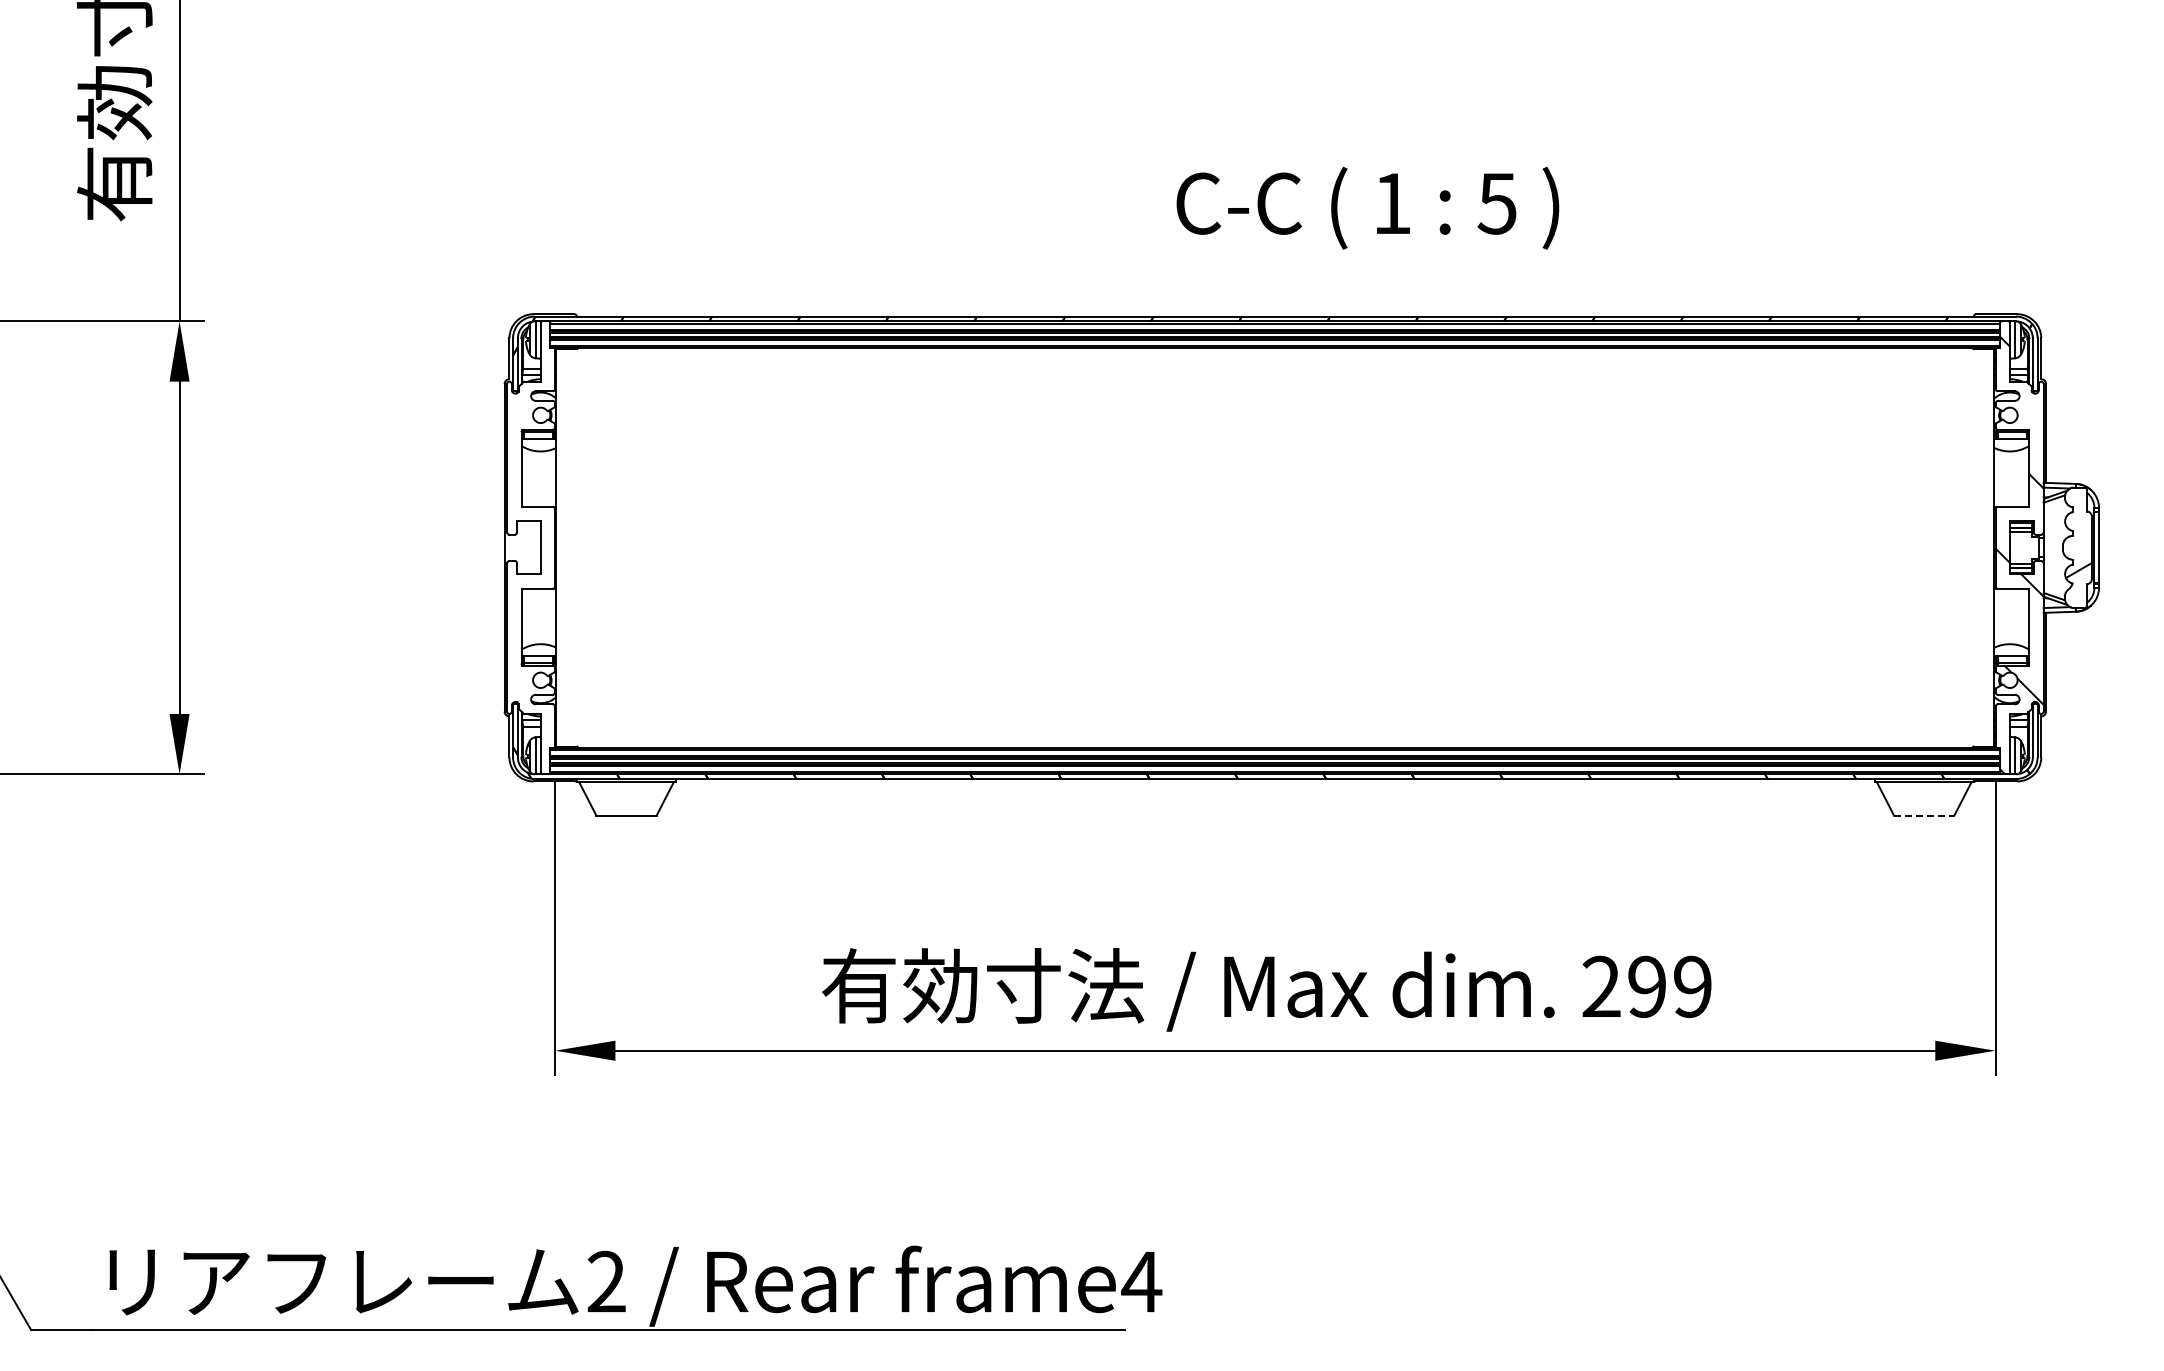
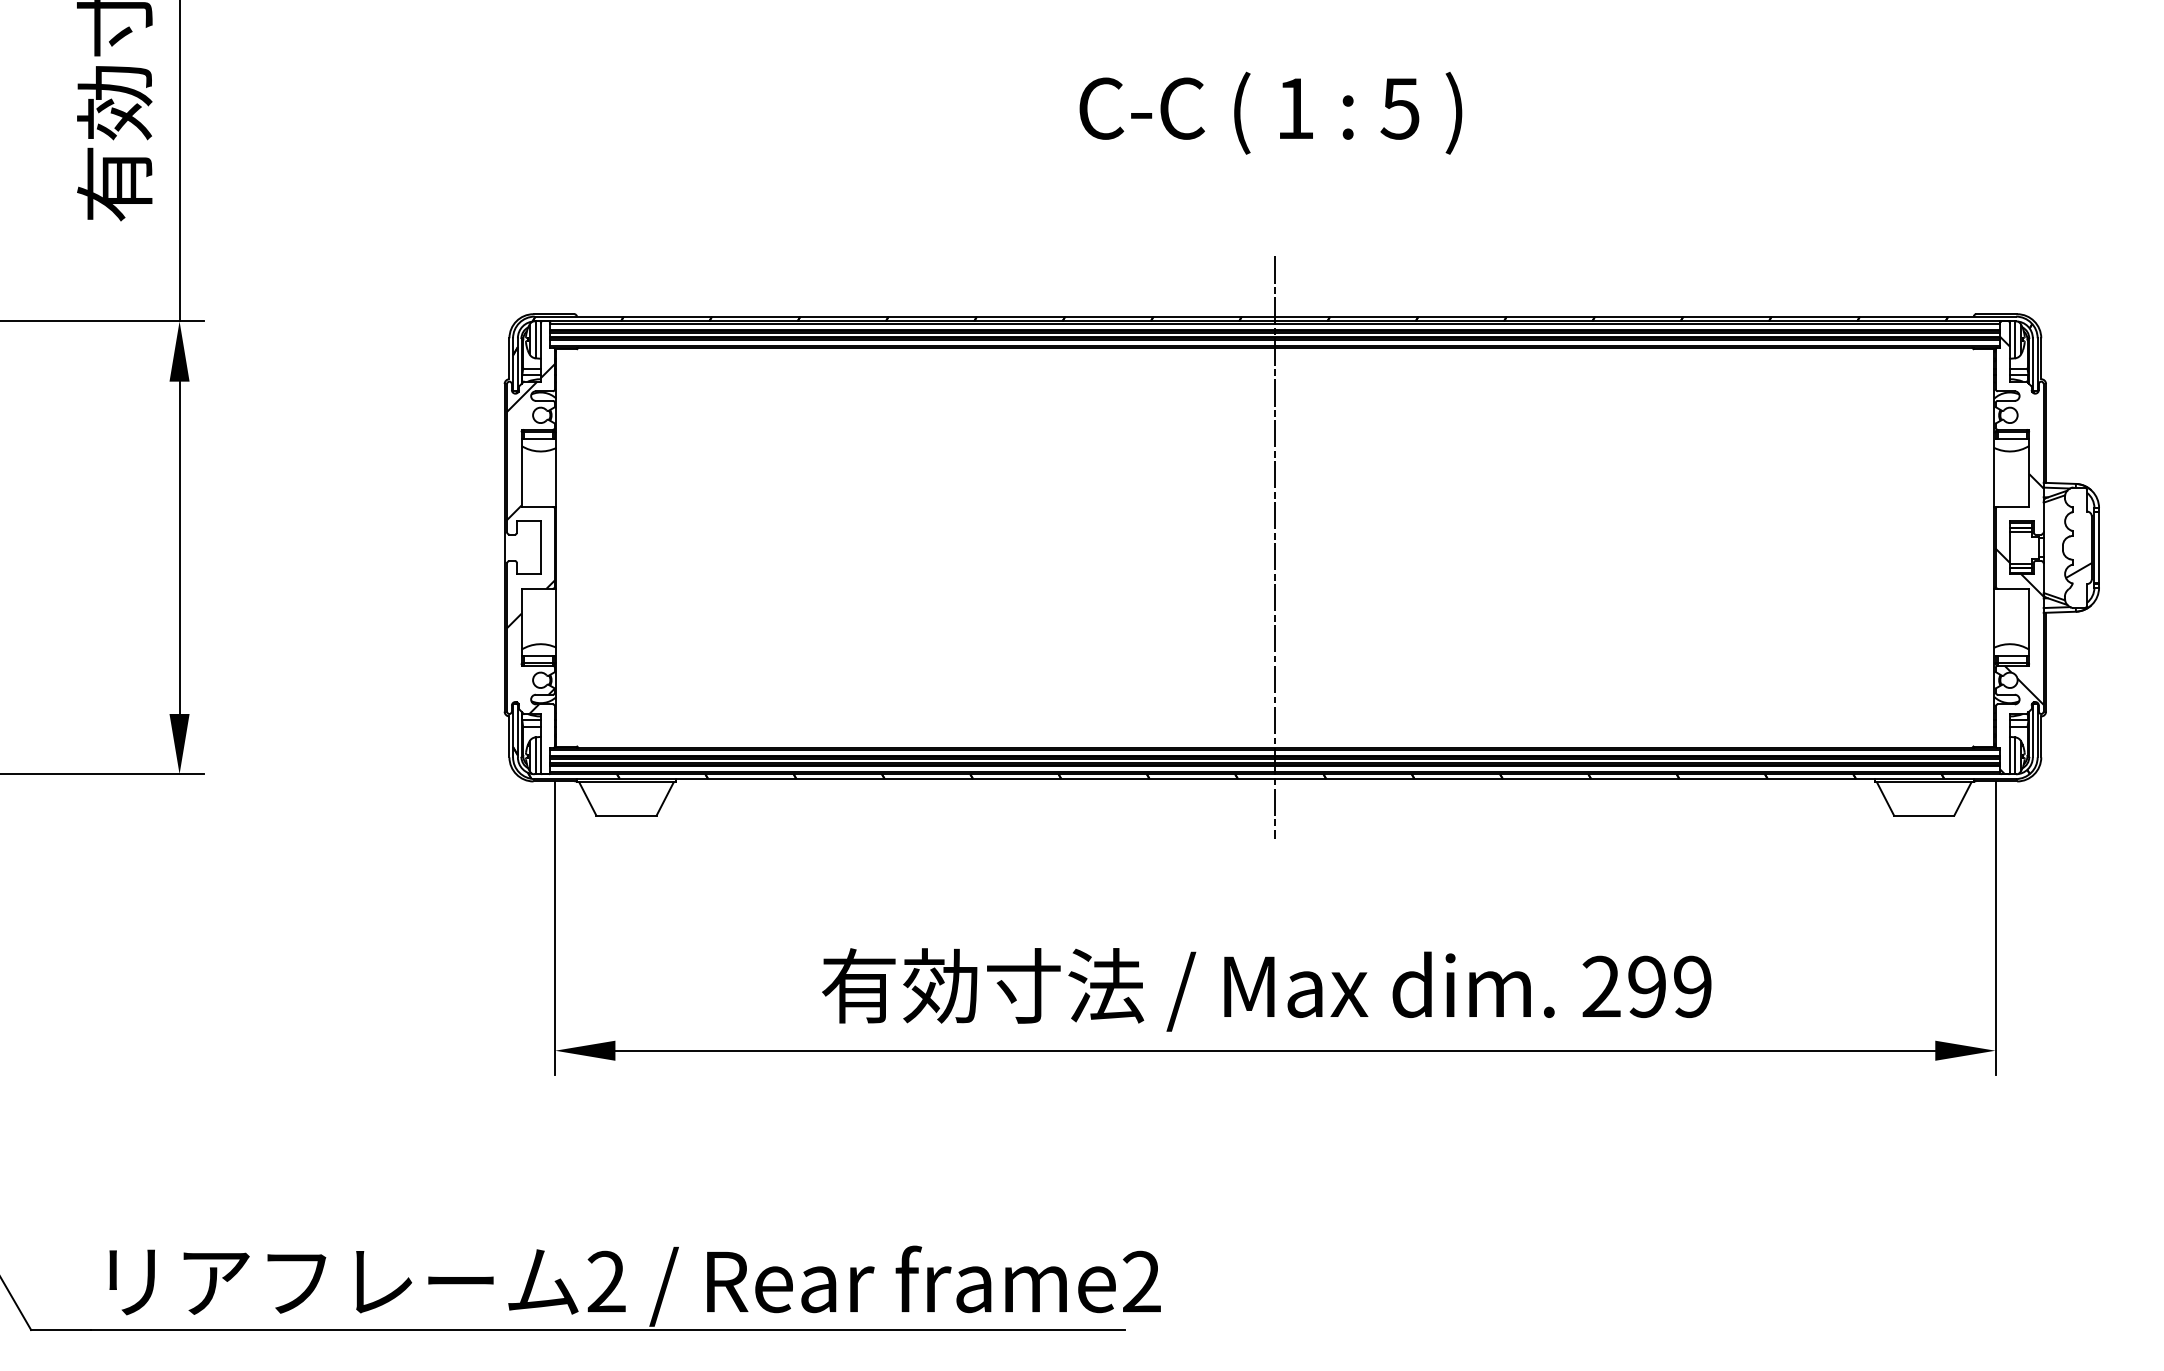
text at (1367, 207) position: (1367, 207) -> (1270, 112)
hatch at (531, 538): none -> present
line at (1275, 547): none -> present
line at (1924, 815): dashed -> solid
text at (1141, 1281): frame4 -> frame2
